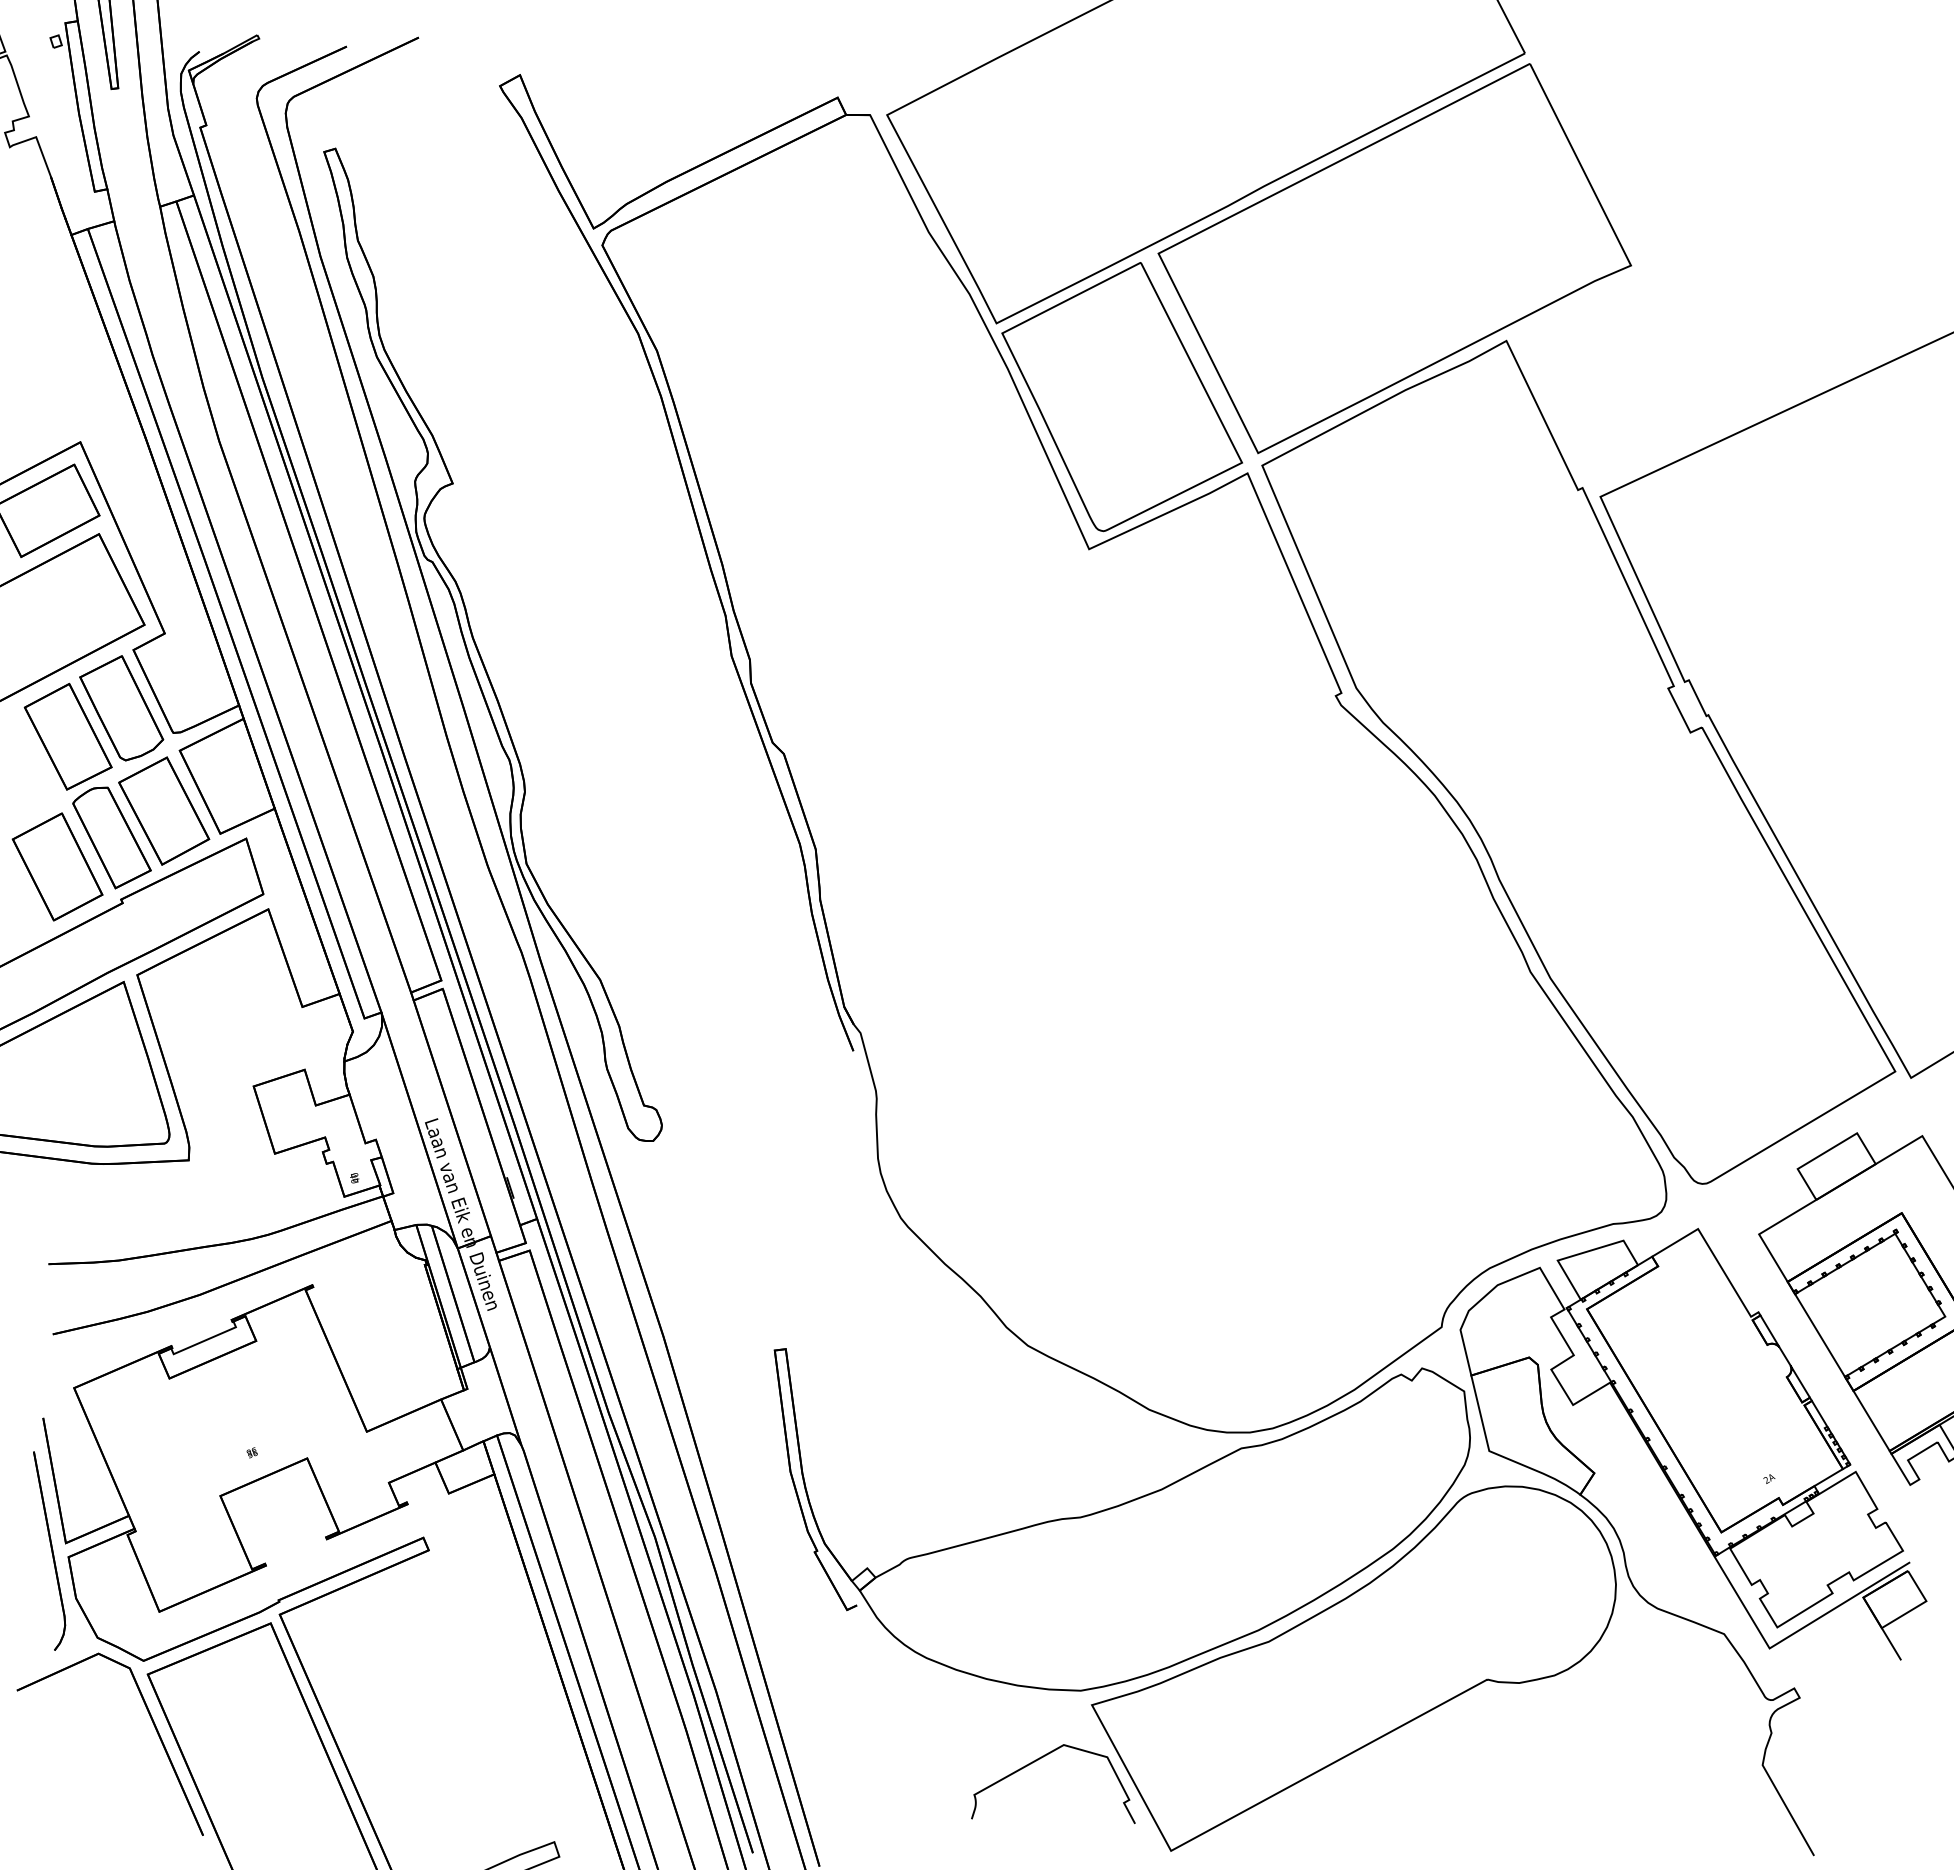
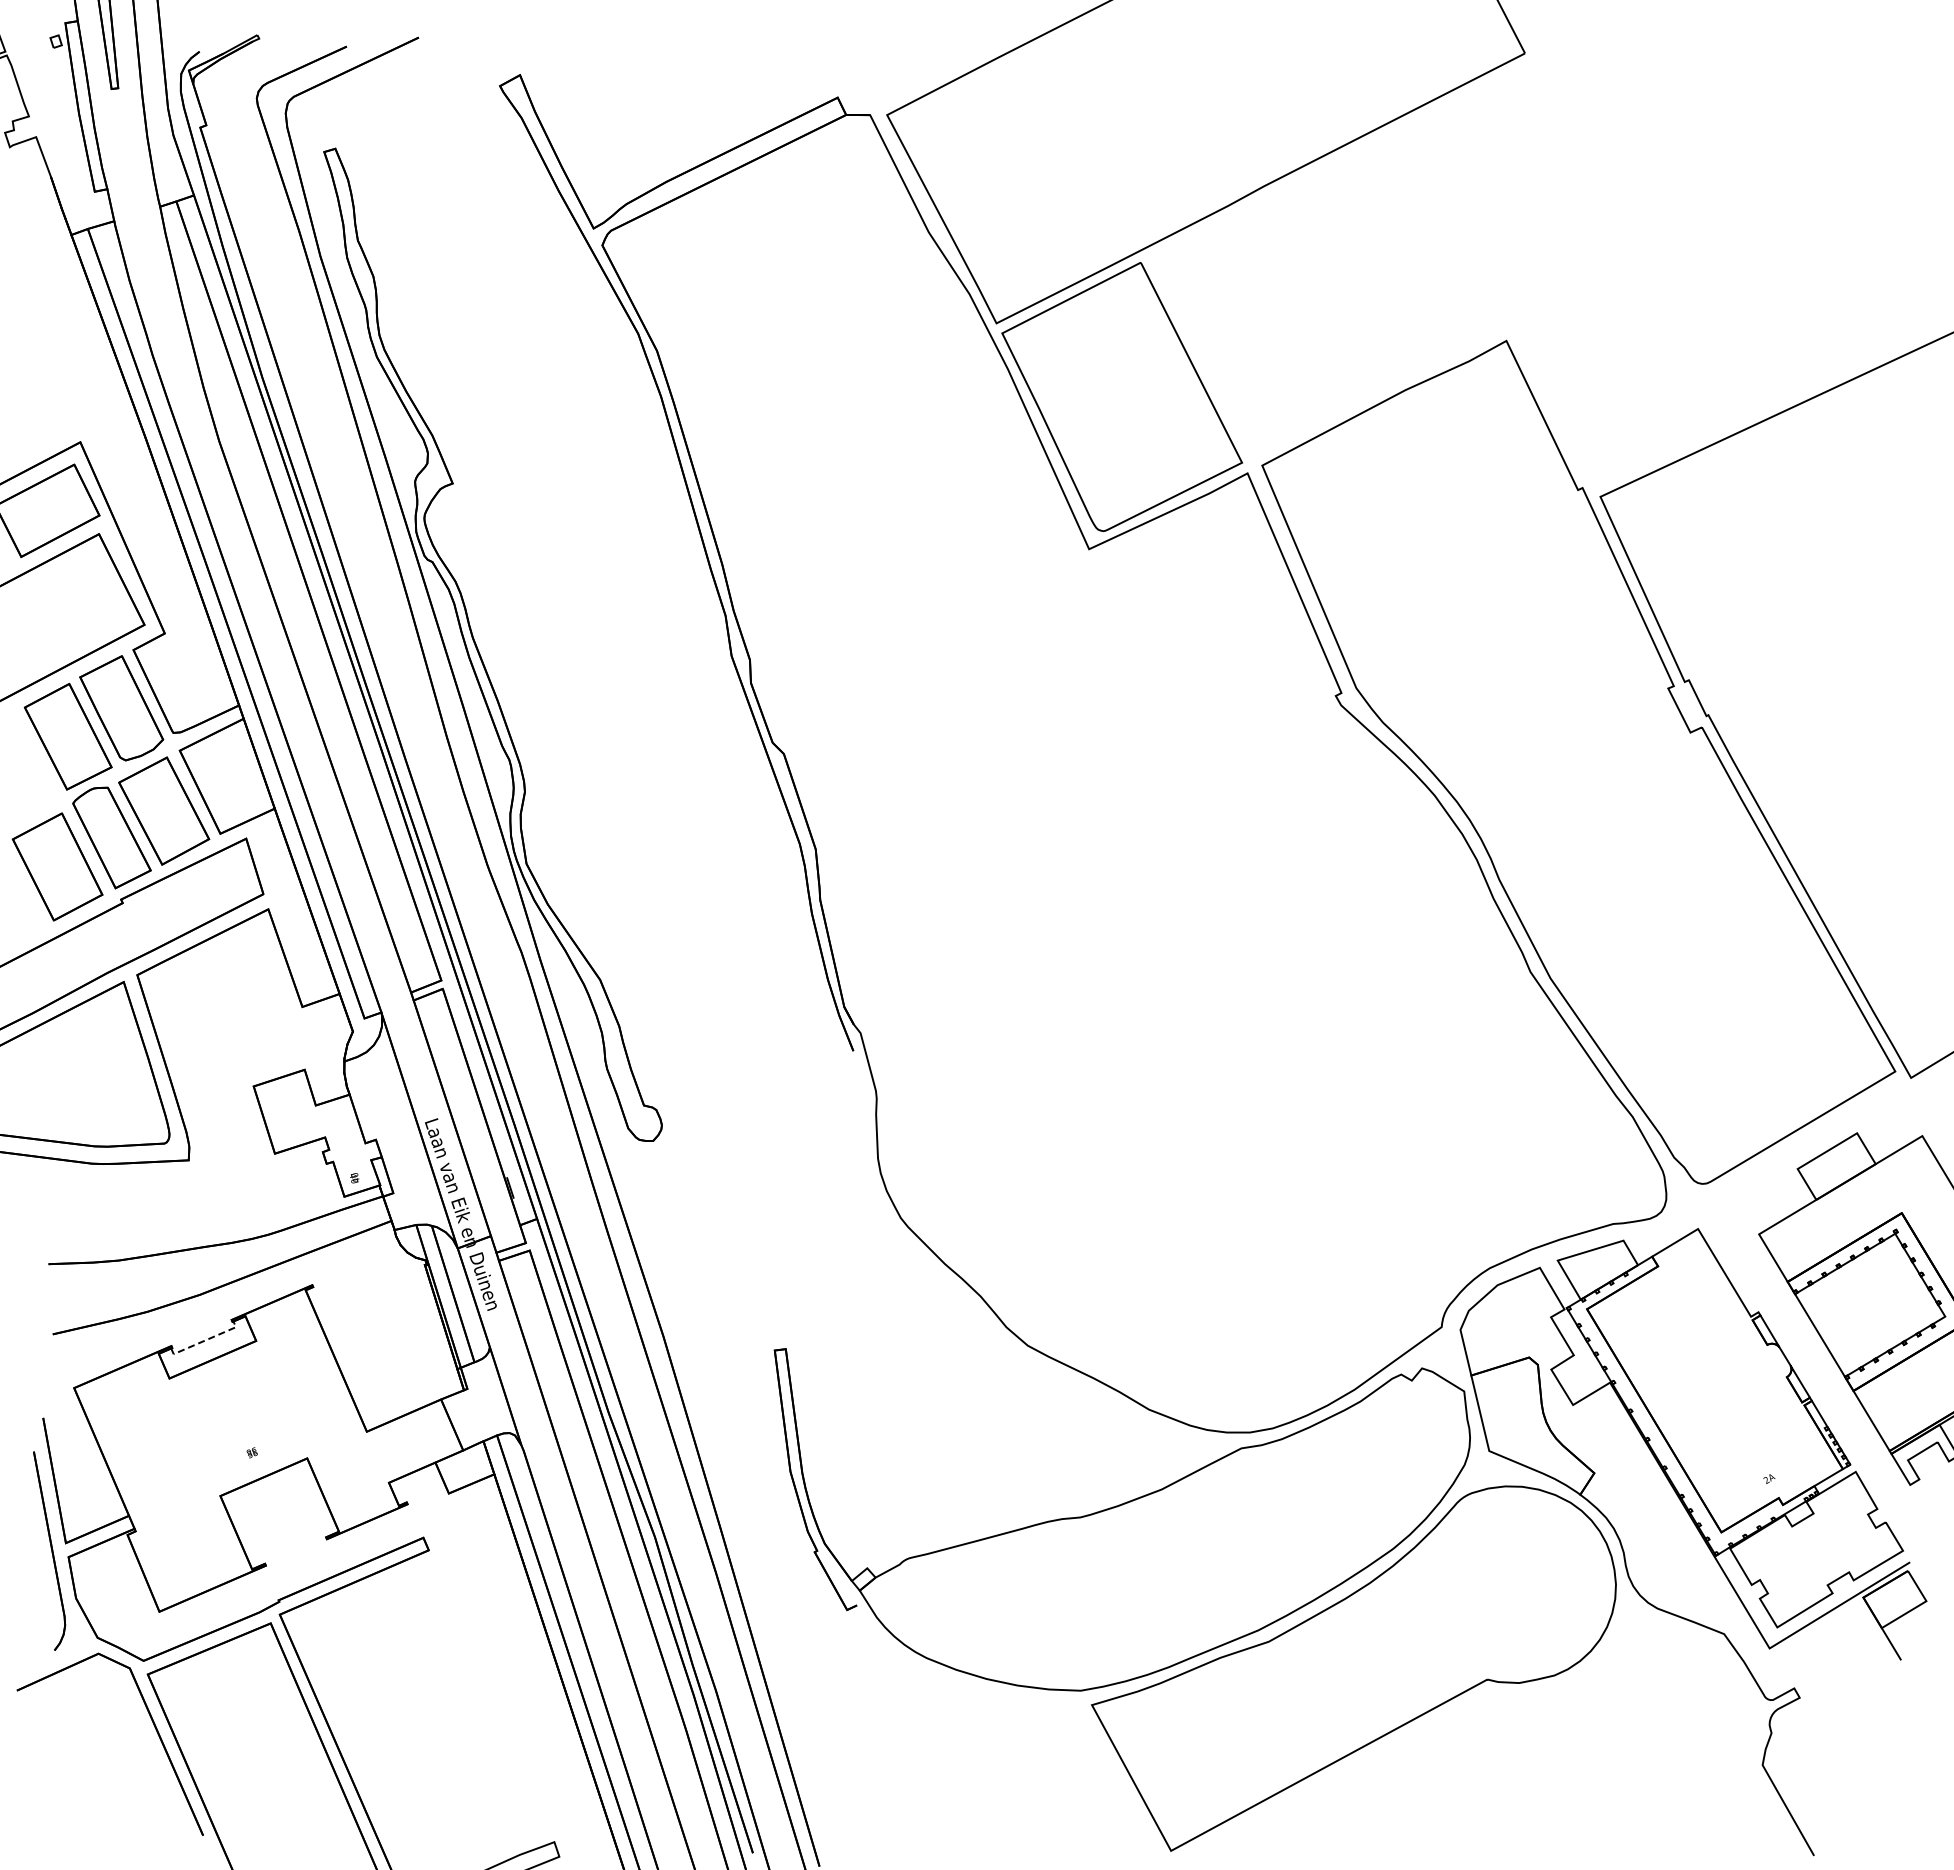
part at (1394, 258): present -> none
line at (204, 1340): solid -> dashed
curve at (1040, 1759): present -> none
